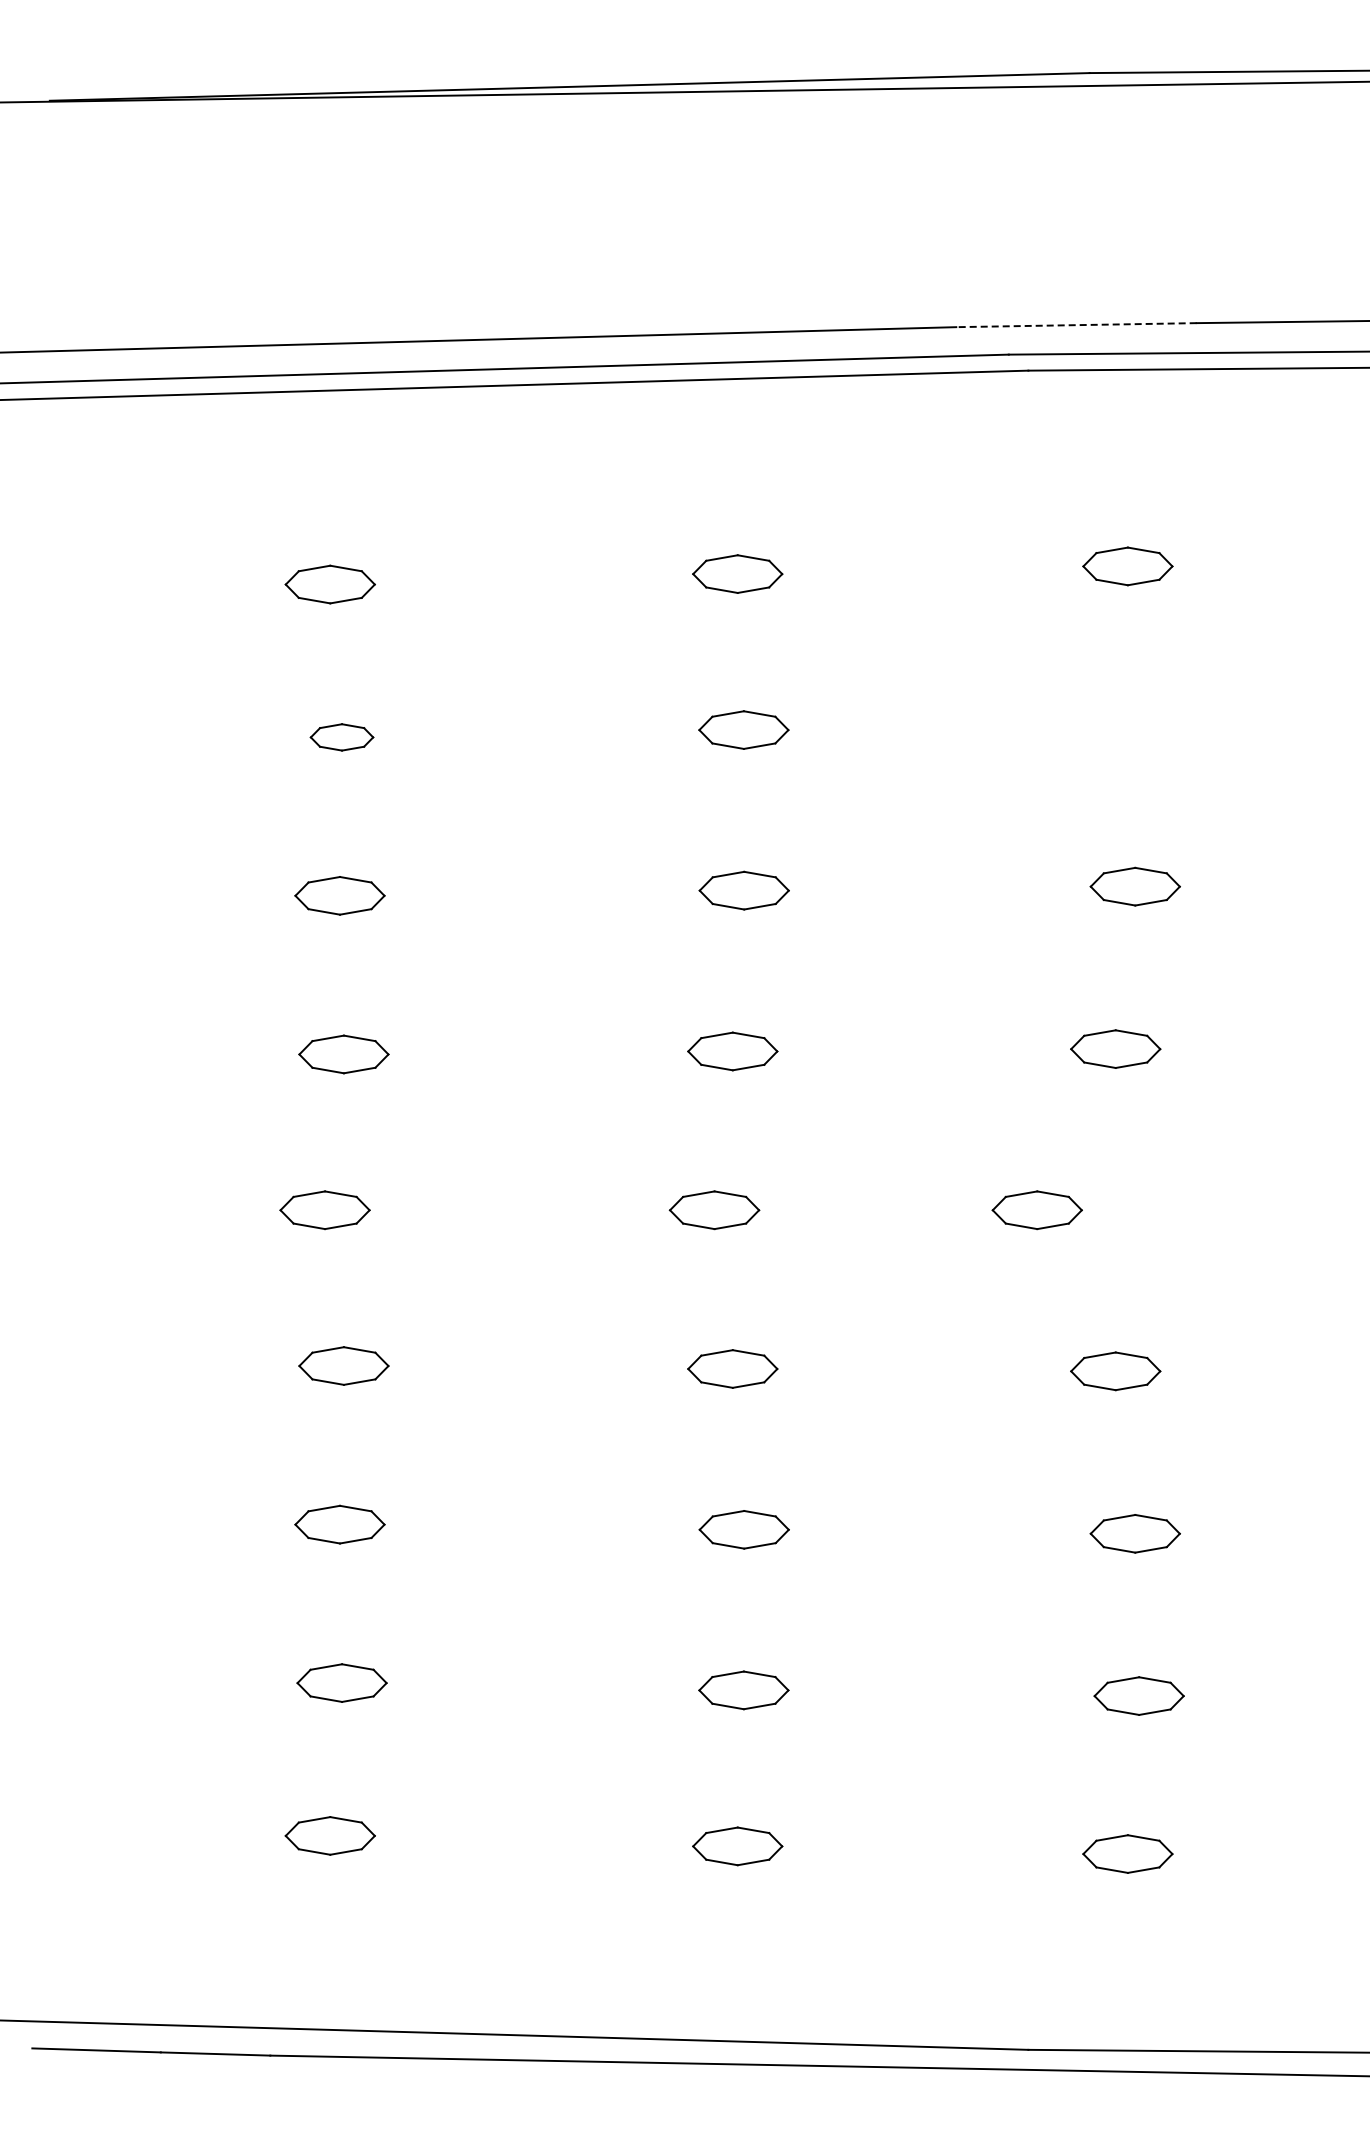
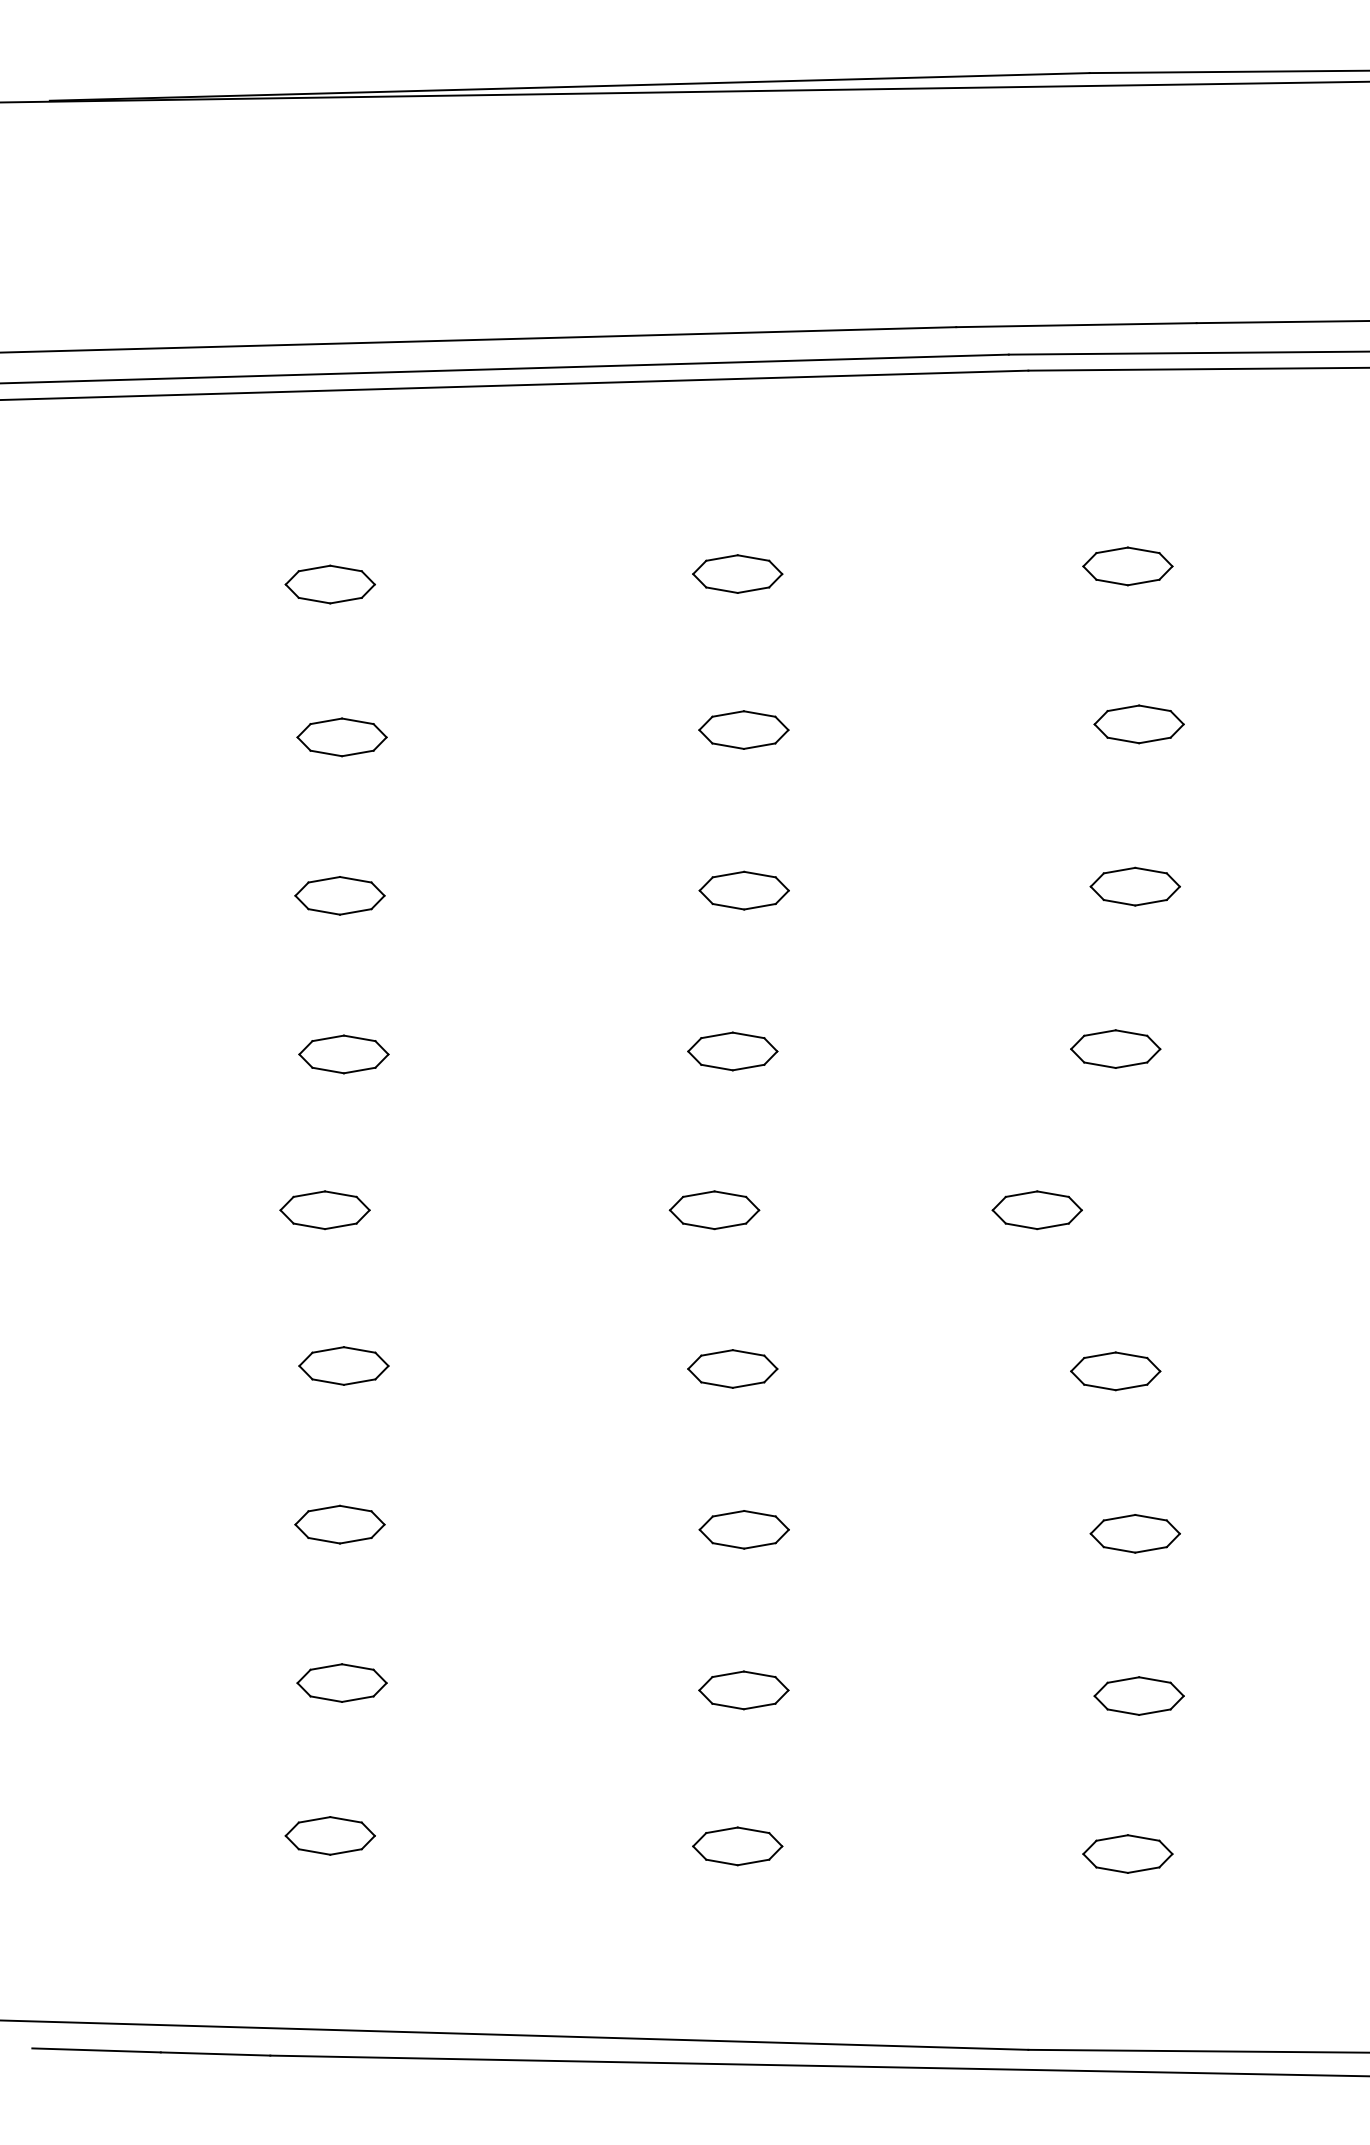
line at (1075, 325): dashed -> solid
part at (1138, 724): none -> present
part at (341, 737) size: 66x29 px -> 92x41 px
